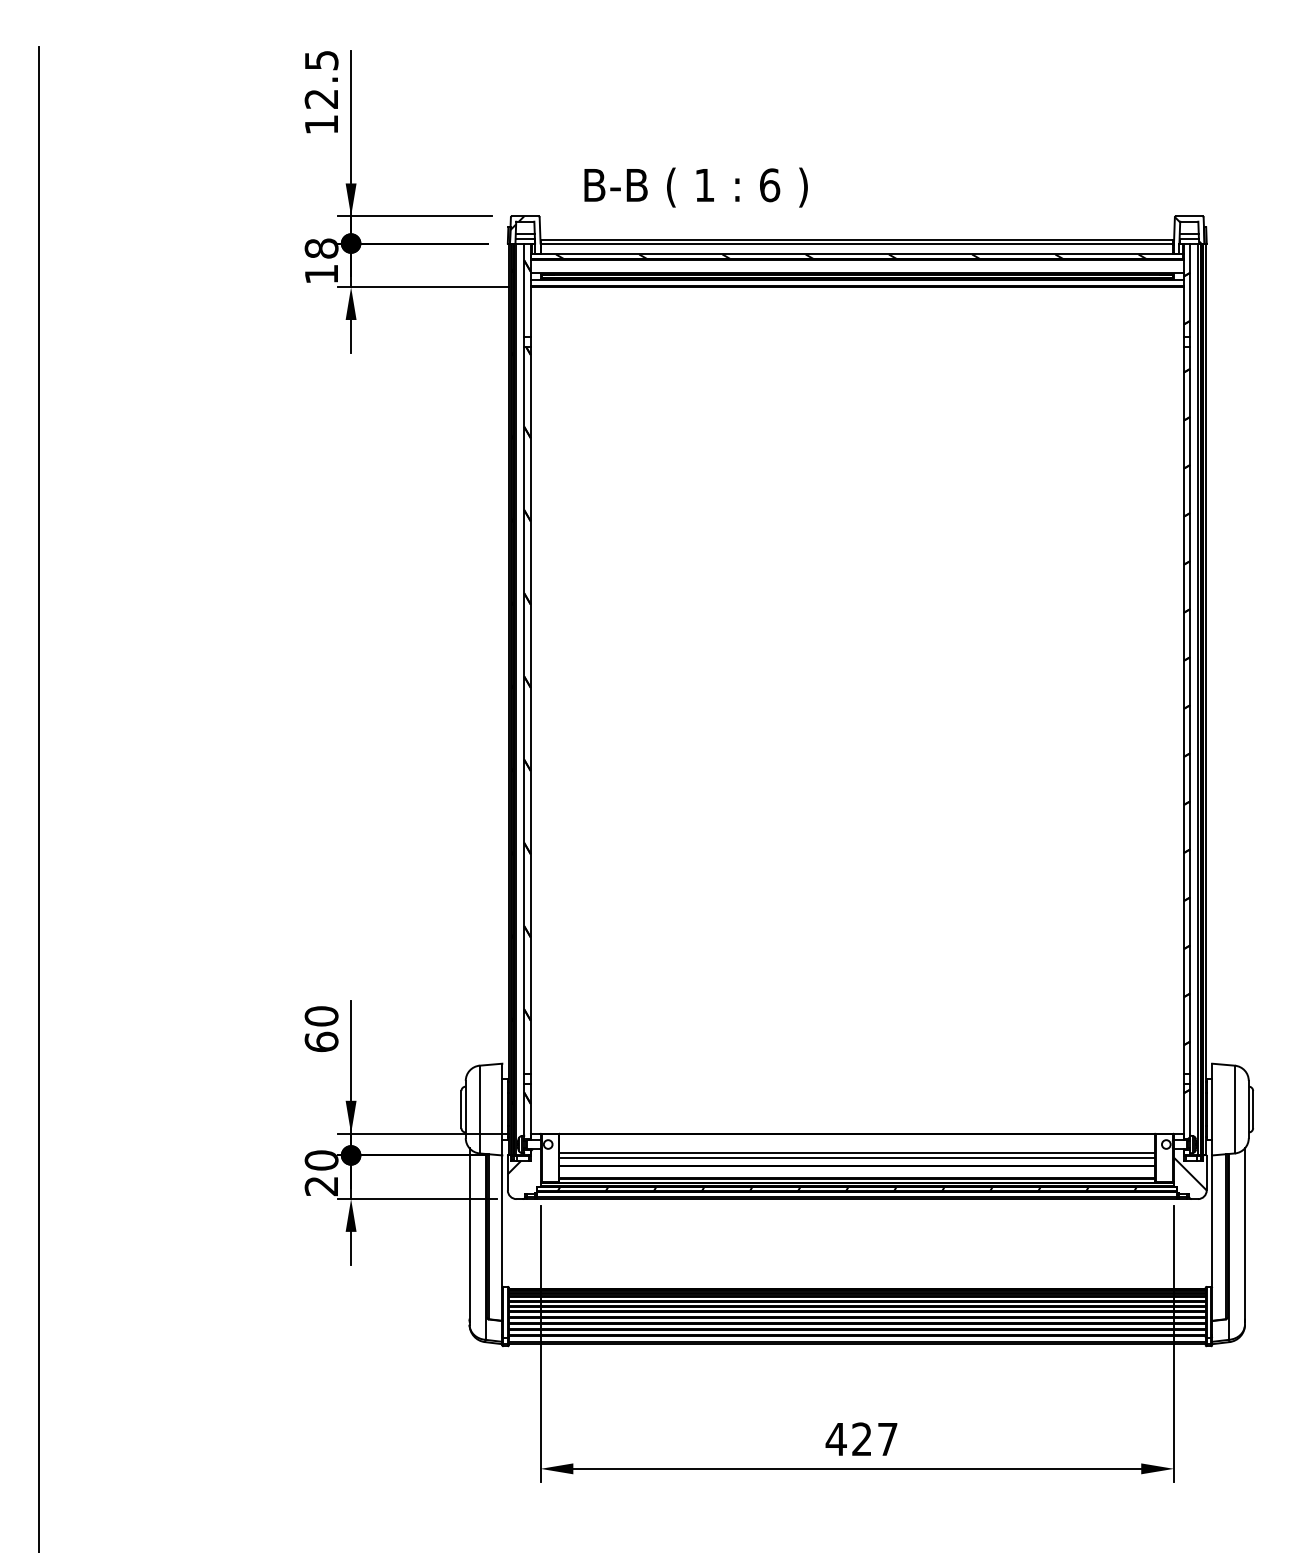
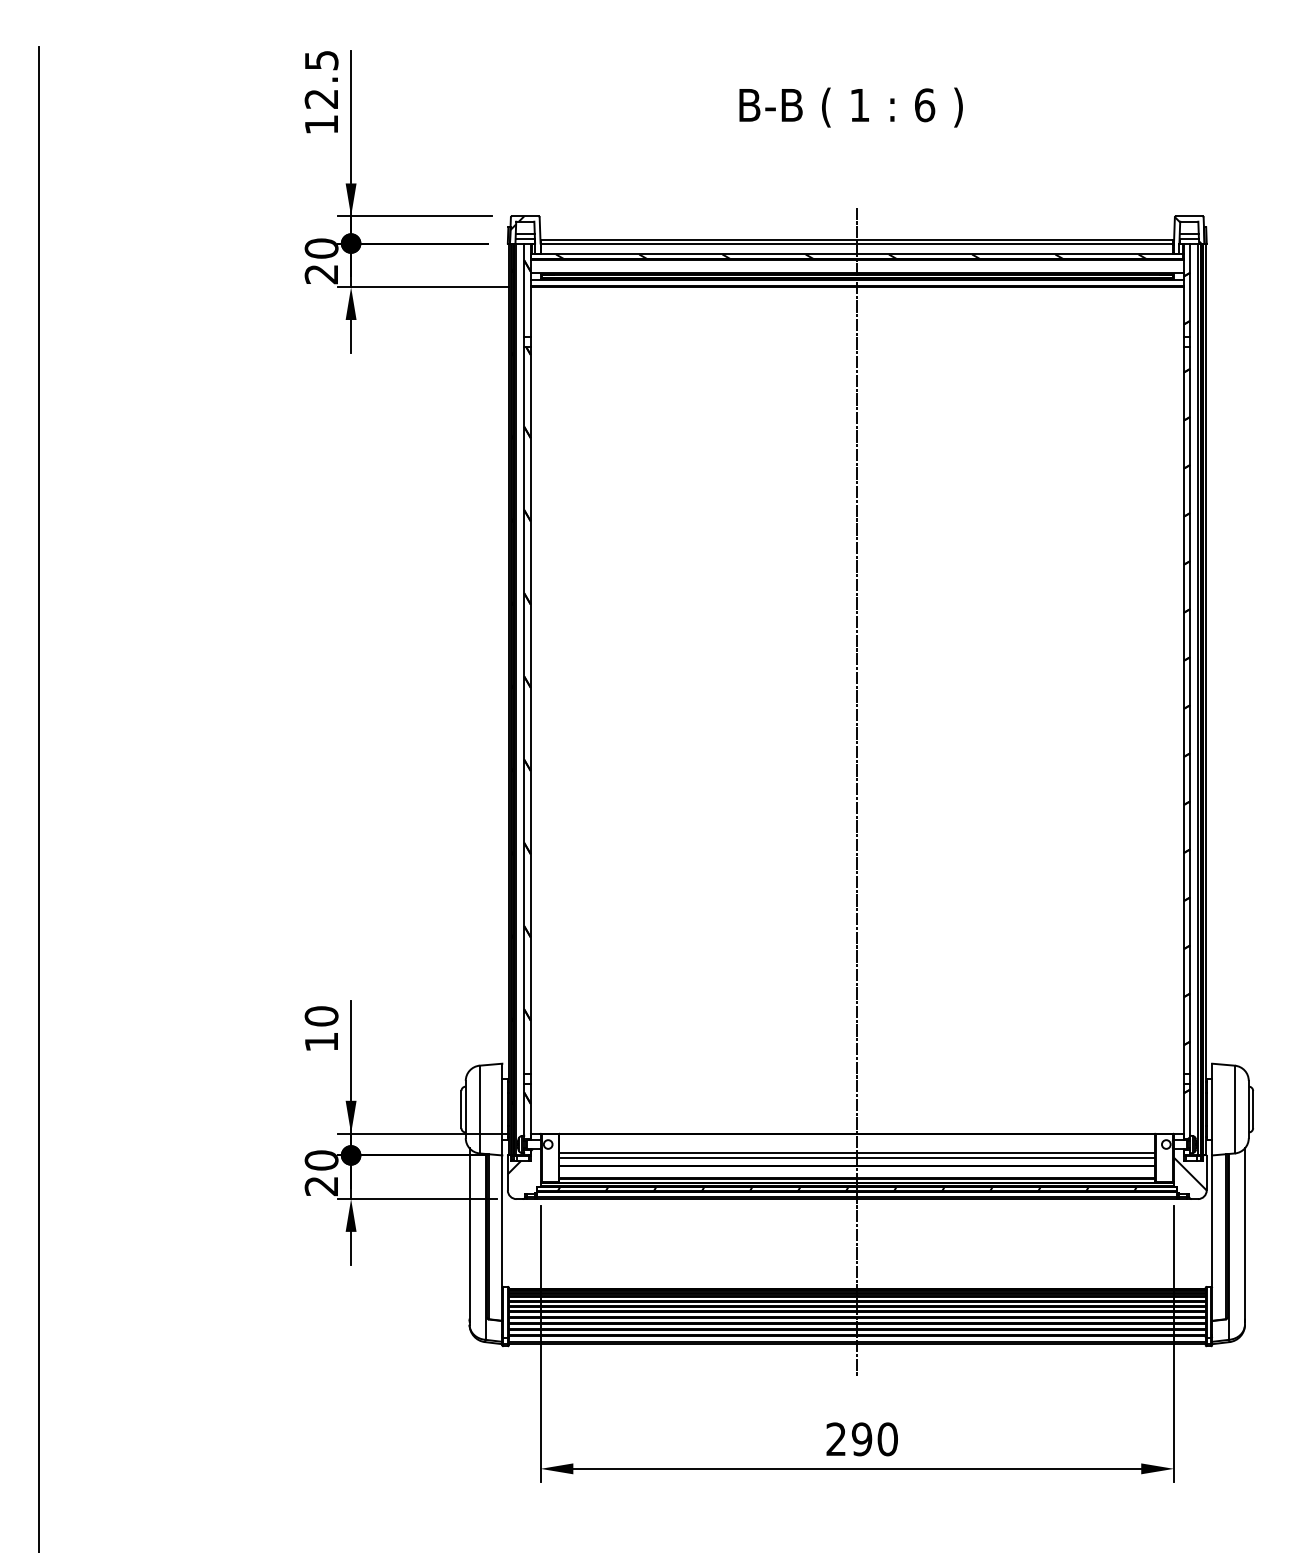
text at (695, 187) position: (695, 187) -> (850, 107)
text at (321, 261): 18 -> 20
line at (857, 791): none -> present
text at (321, 1041): 60 -> 10
text at (861, 1439): 427 -> 290
